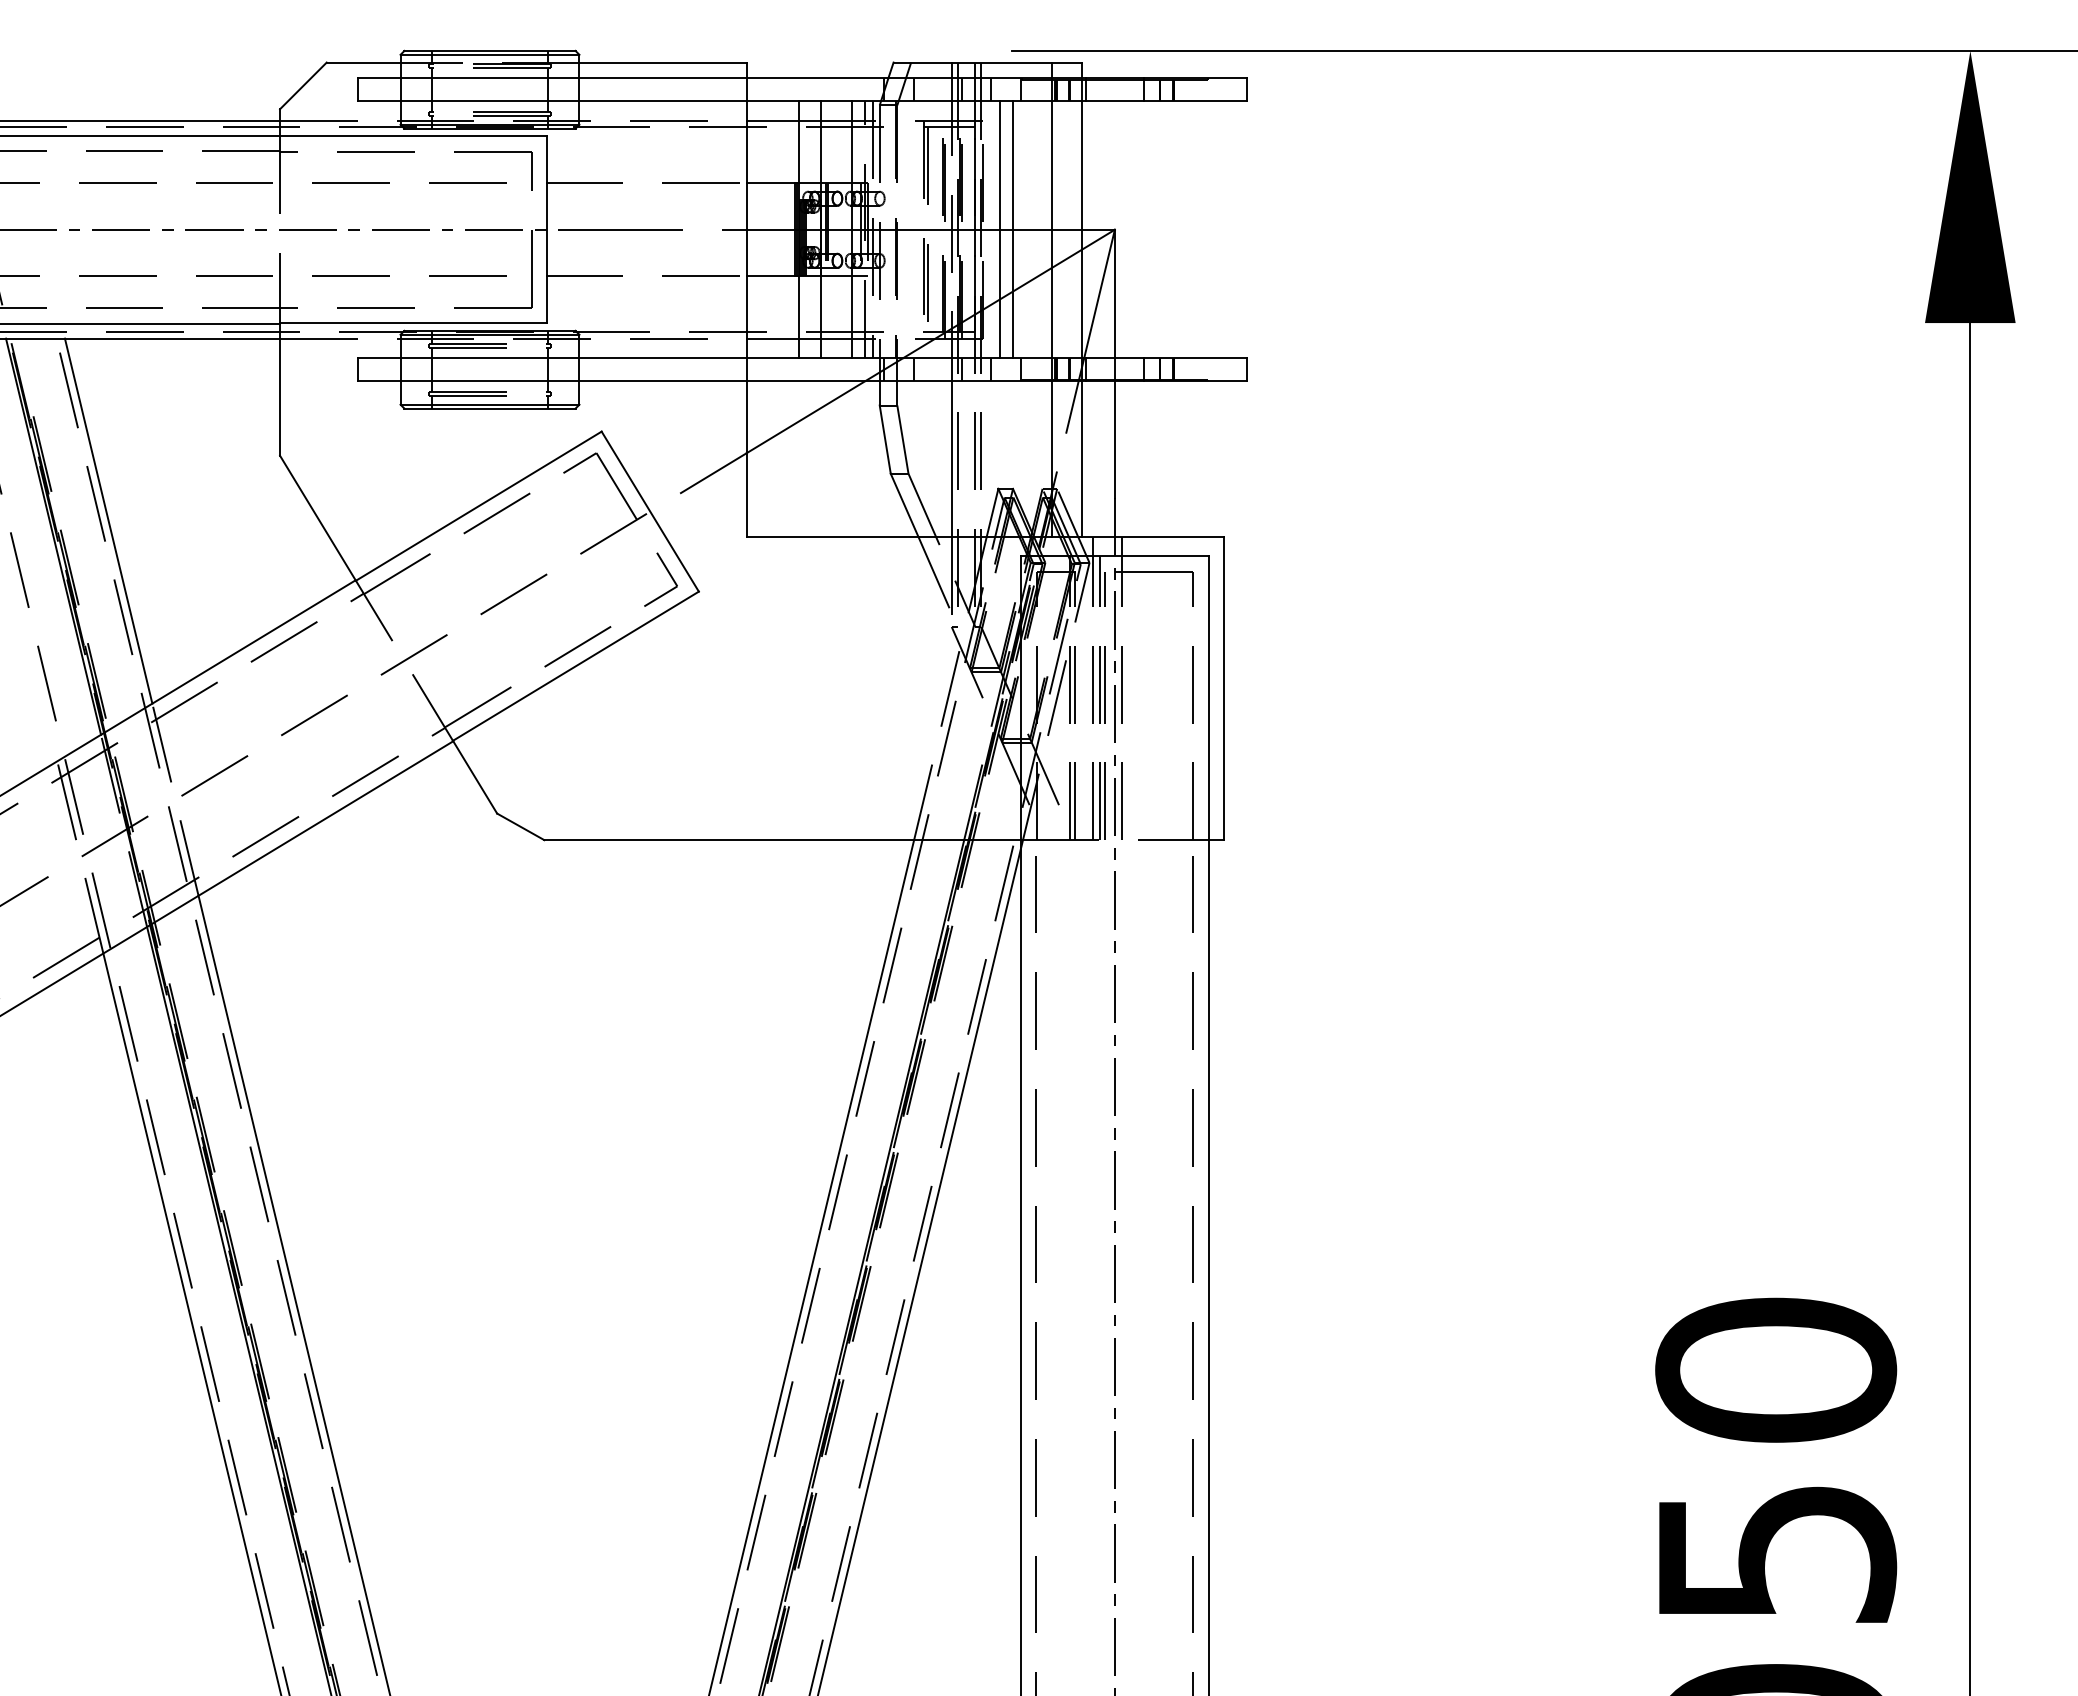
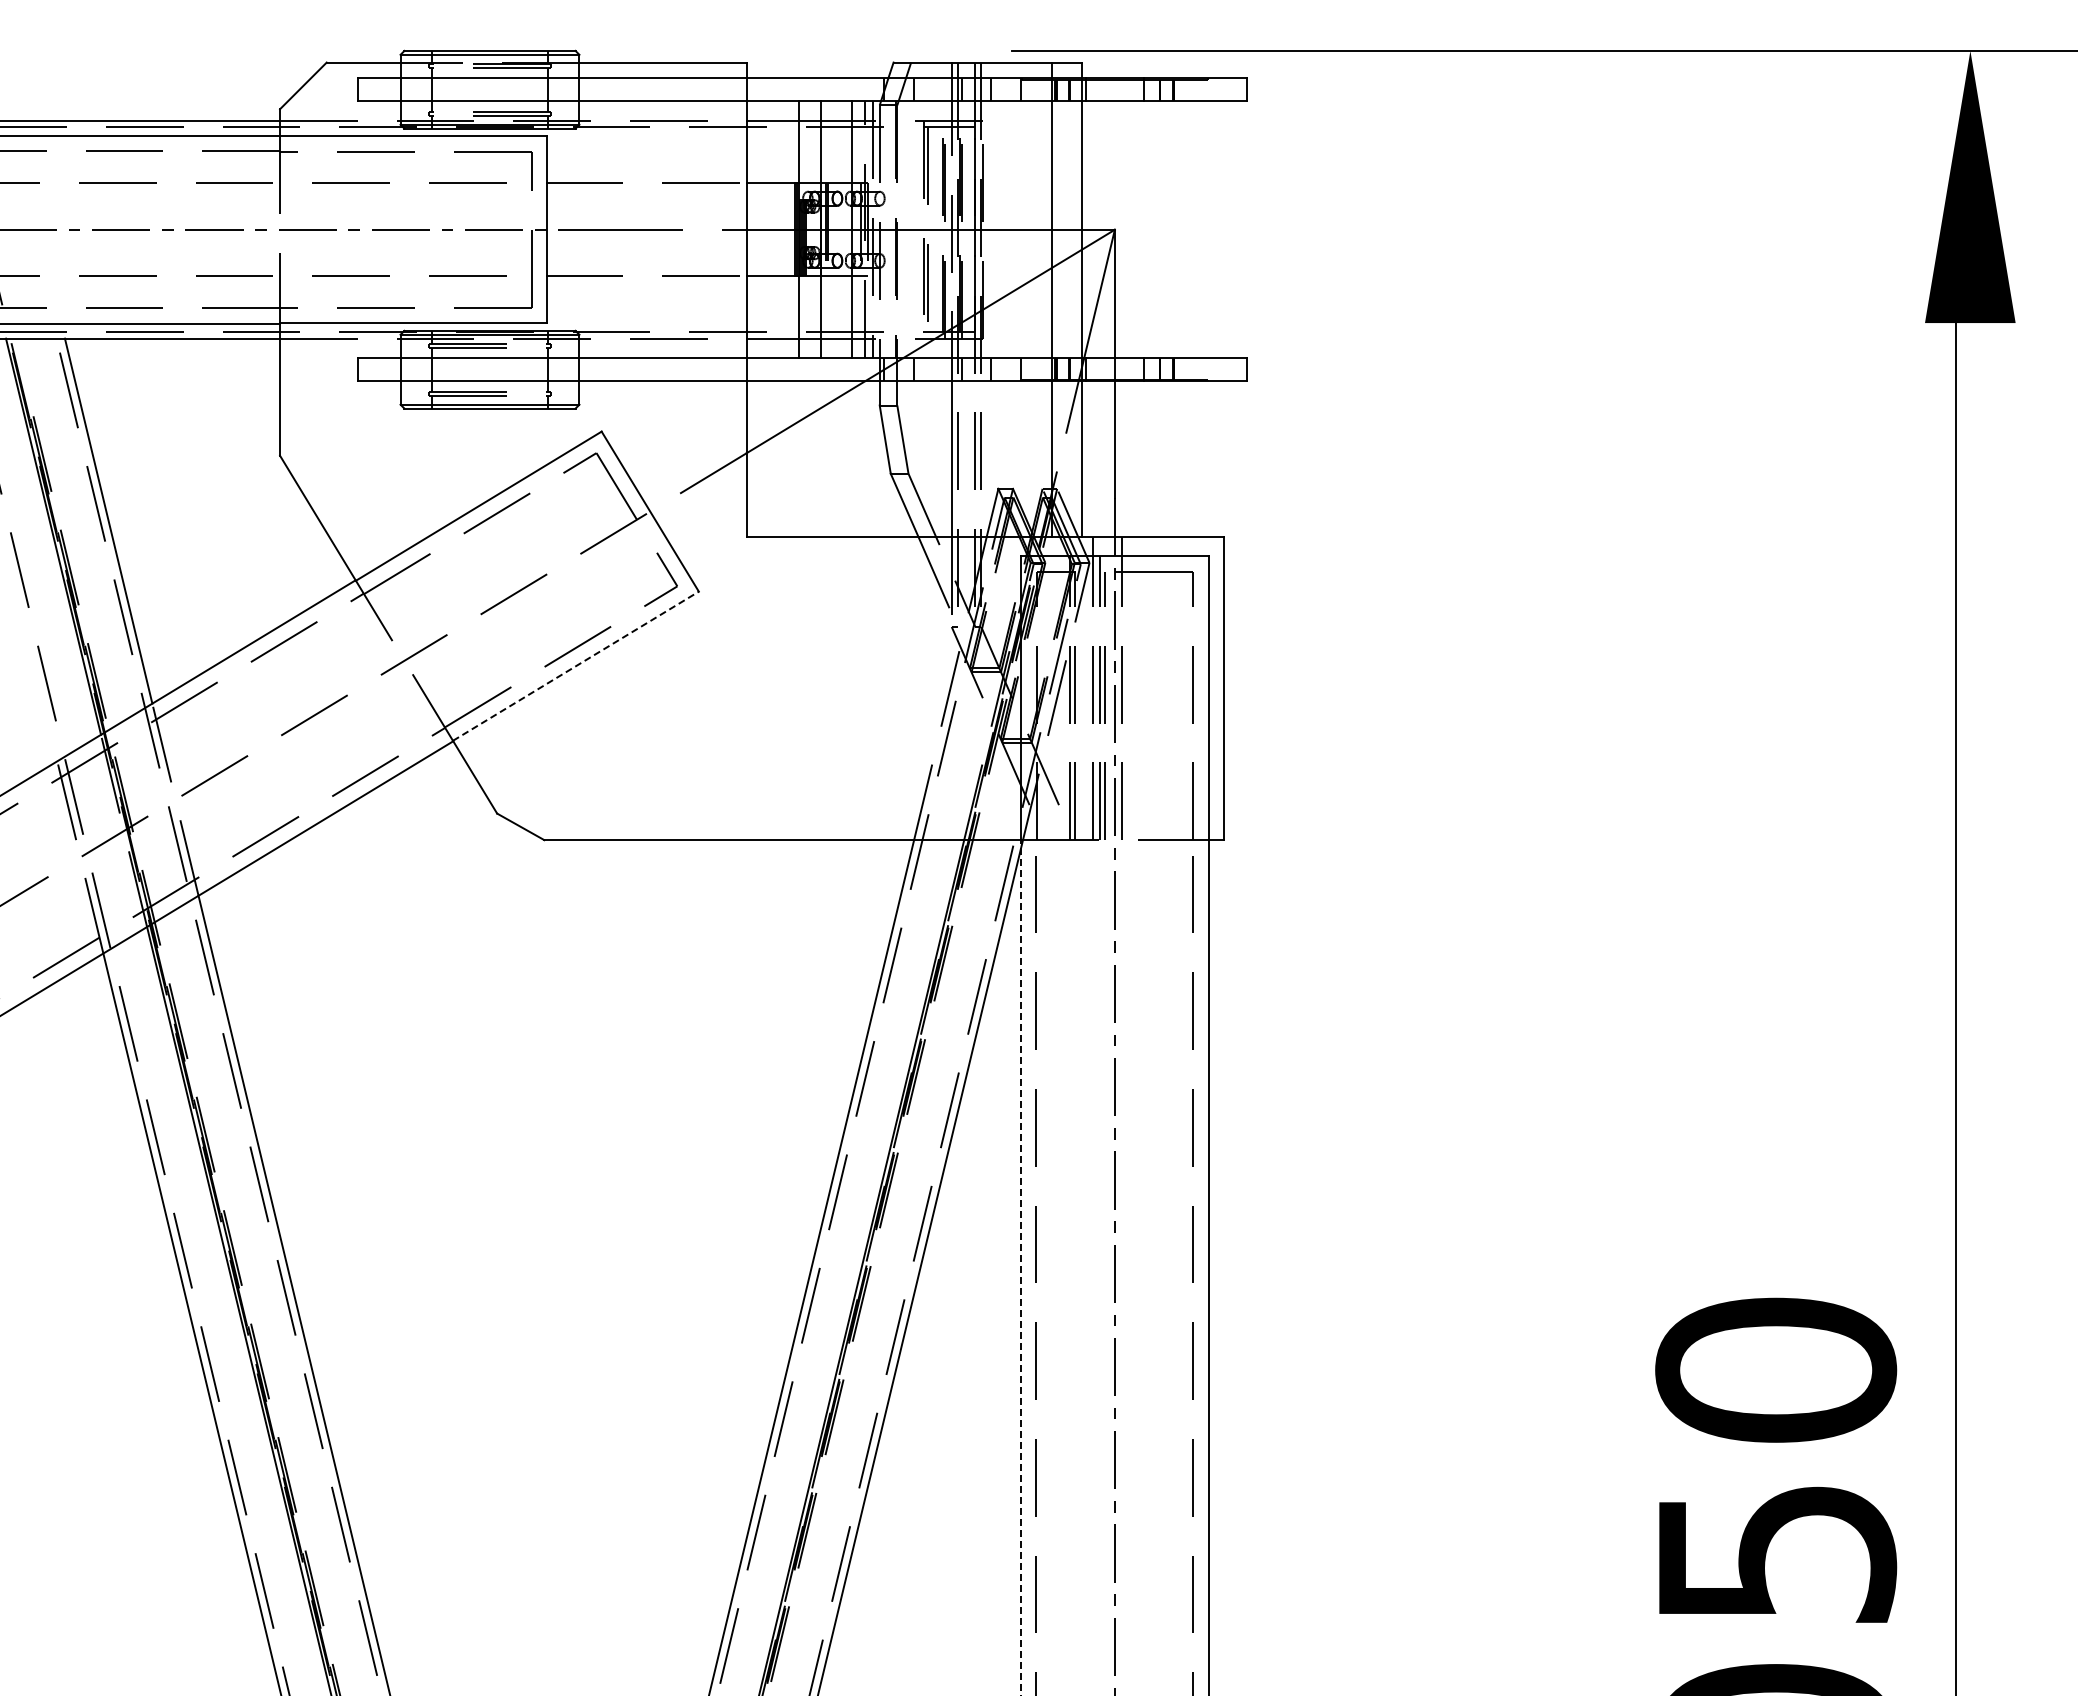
line at (999, 229): present -> none
line at (1012, 229): present -> none
line at (575, 666): solid -> dashed
line at (1970, 1007) position: (1970, 1007) -> (1956, 1007)
line at (1020, 1268): solid -> dashed
